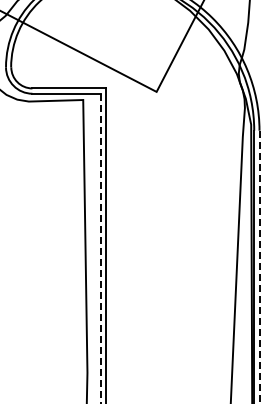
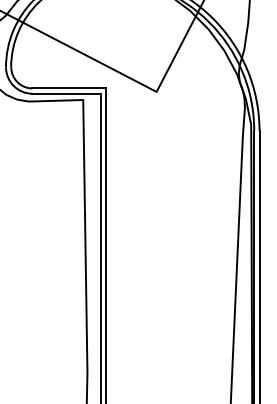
line at (101, 248): dashed -> solid
line at (259, 267): dashed -> solid
